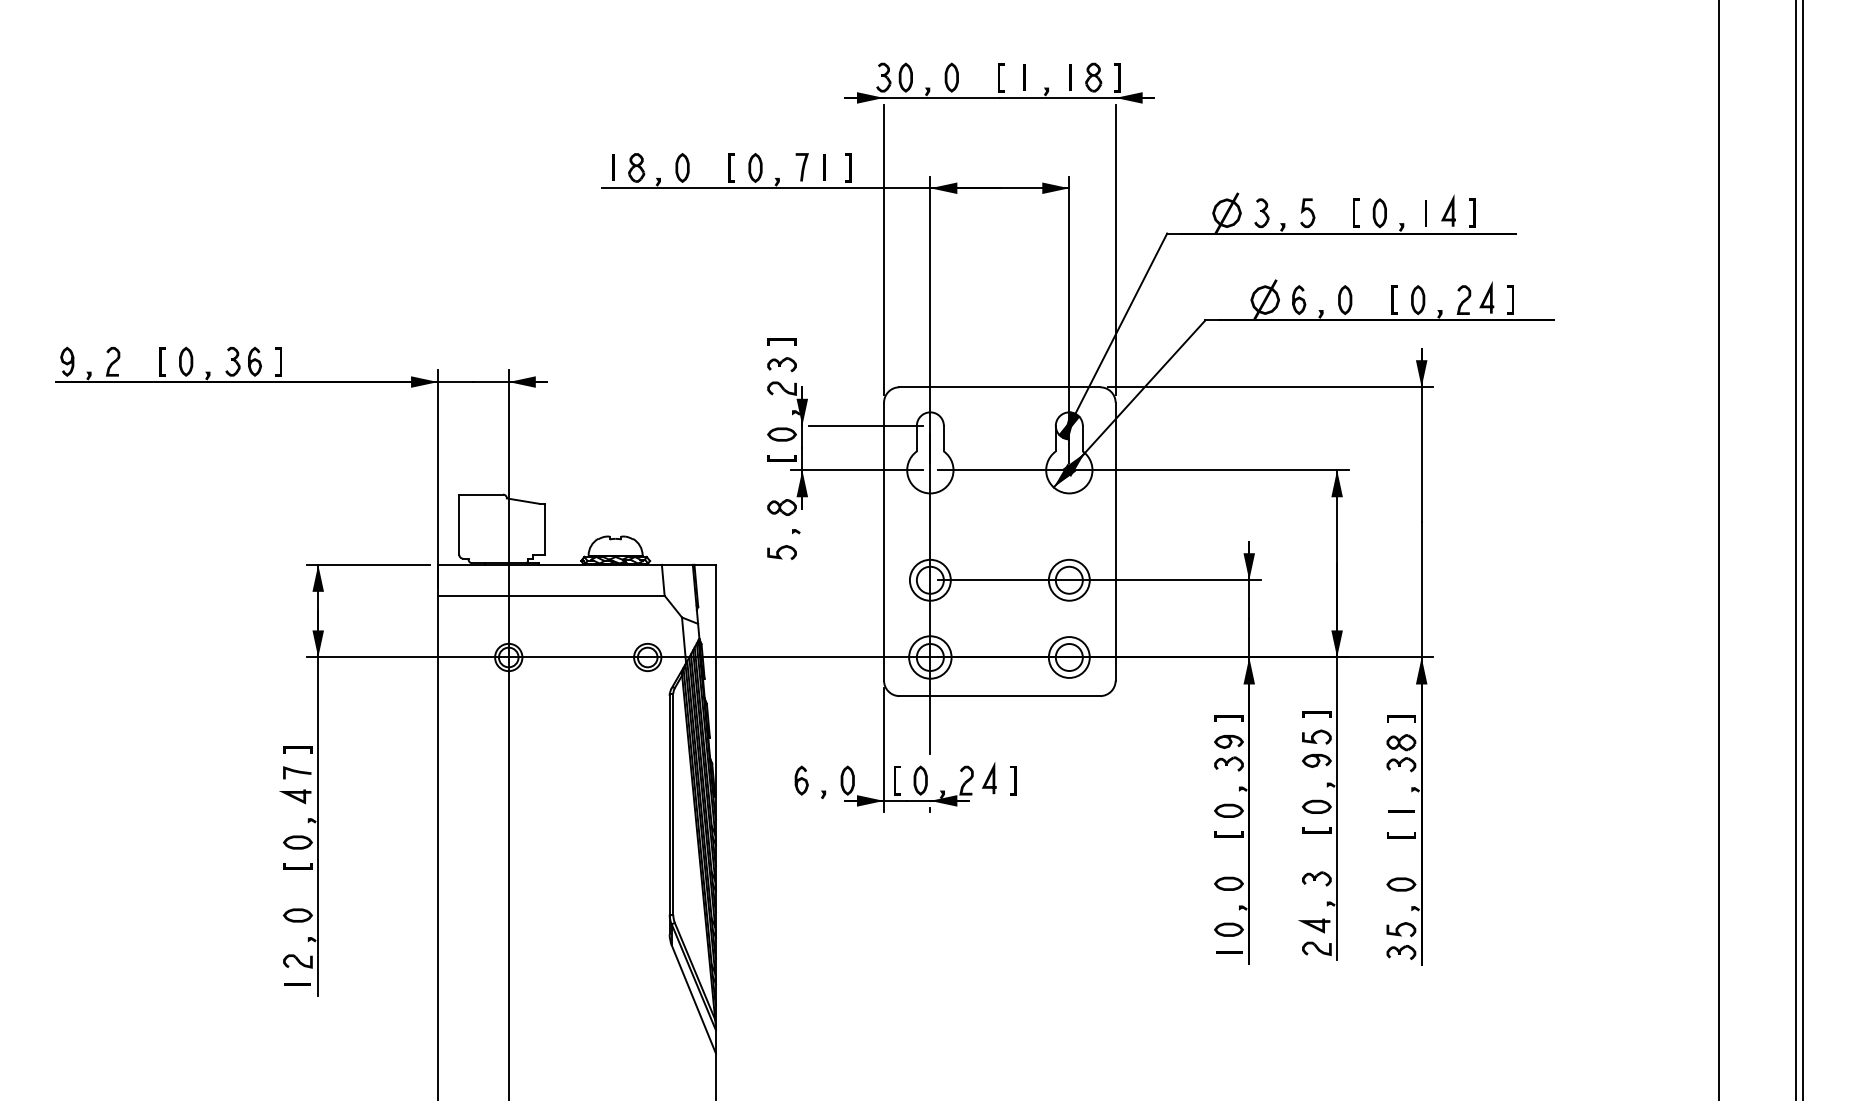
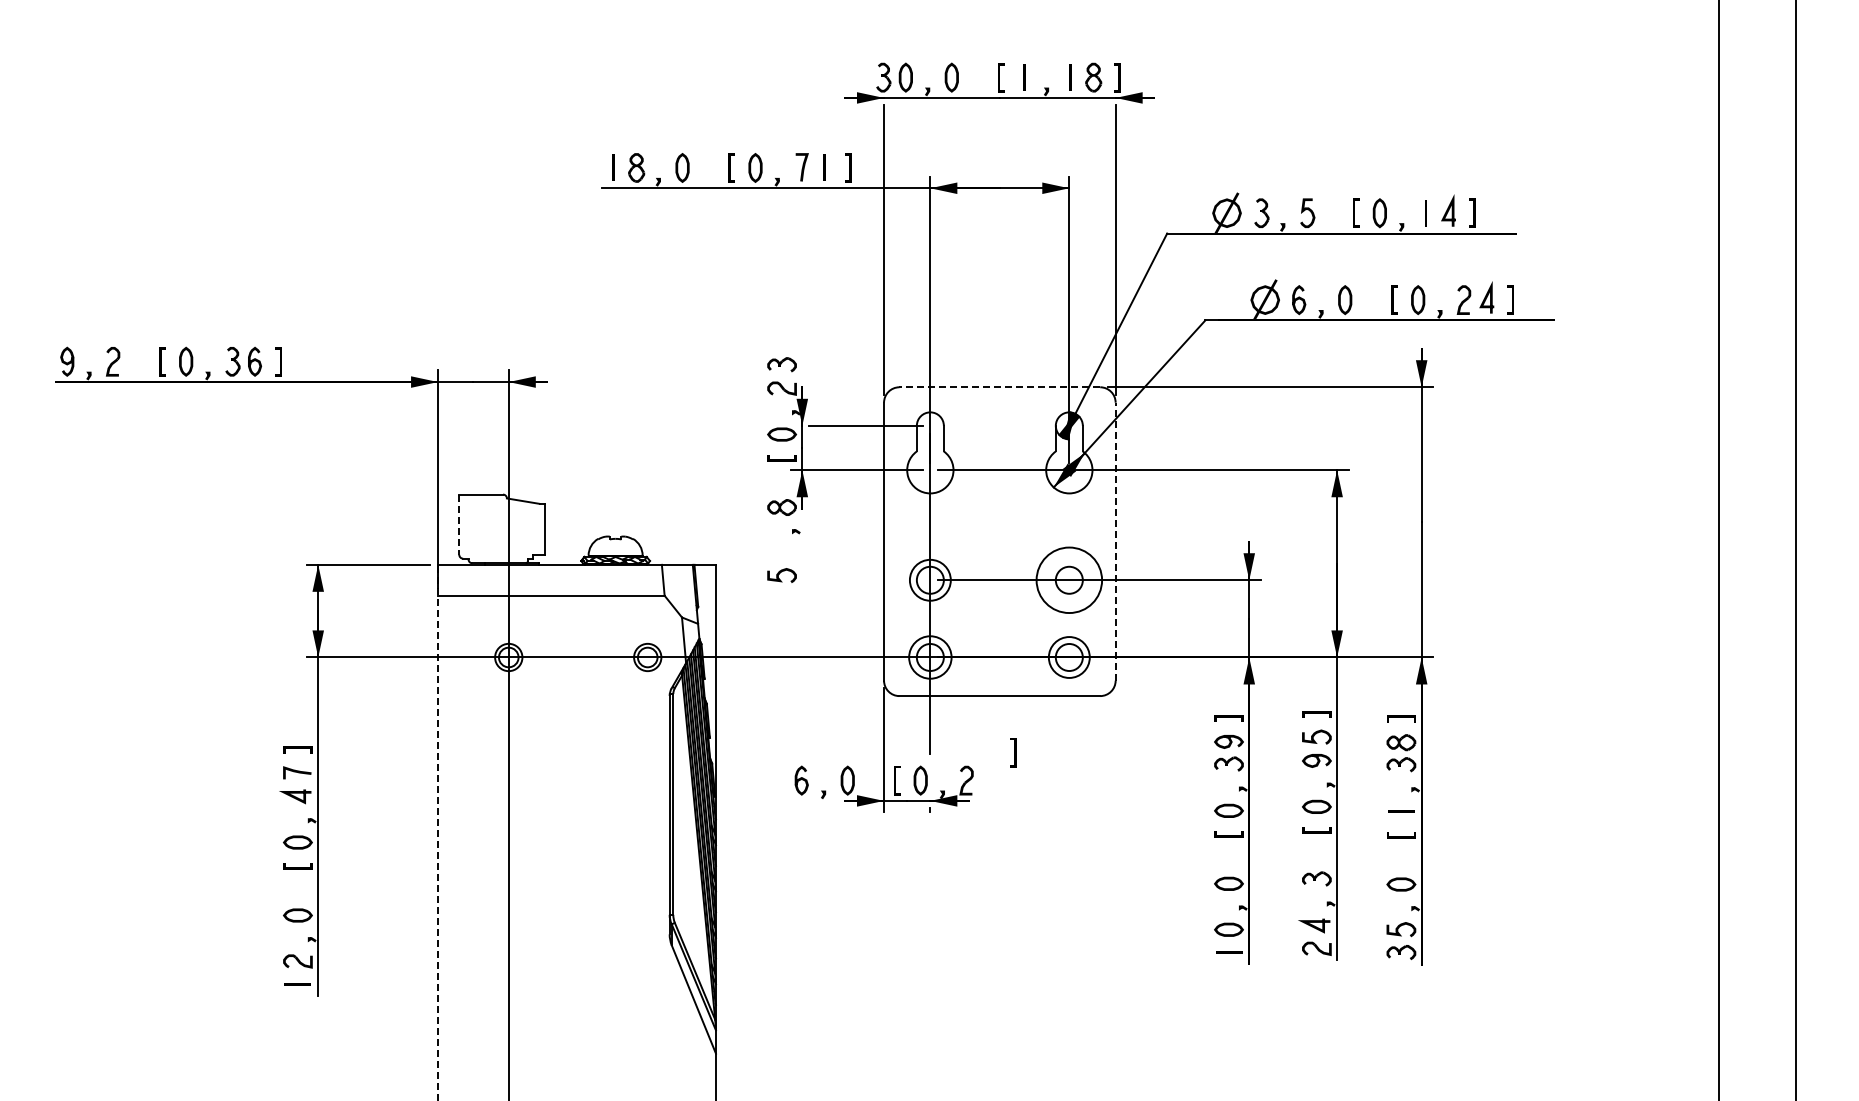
line at (781, 340): present -> none
line at (999, 387): solid -> dashed
line at (459, 525): solid -> dashed
line at (1115, 541): solid -> dashed
line at (1803, 549): present -> none
curve at (780, 550) position: (780, 550) -> (780, 573)
circle at (1068, 579) diameter: 41 px -> 65 px
line at (989, 778): present -> none
line at (1014, 780) position: (1014, 780) -> (1014, 752)
line at (438, 832): solid -> dashed
